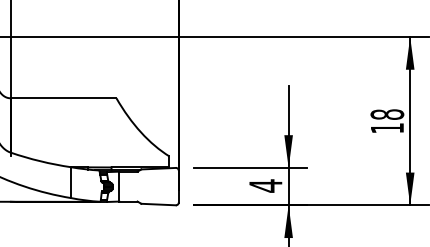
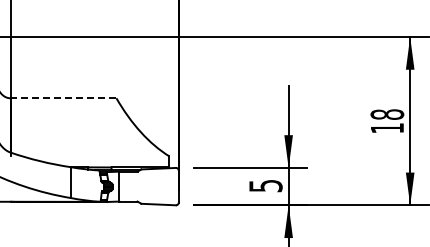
line at (63, 98): solid -> dashed
text at (265, 185): 4 -> 5
